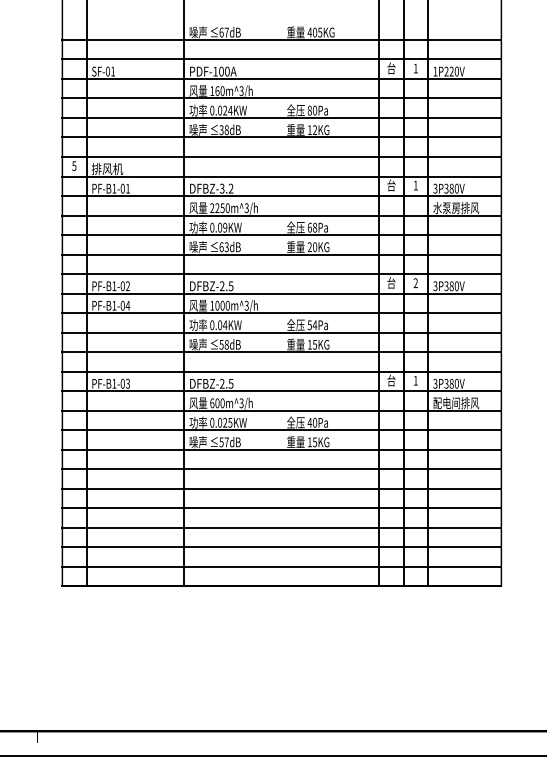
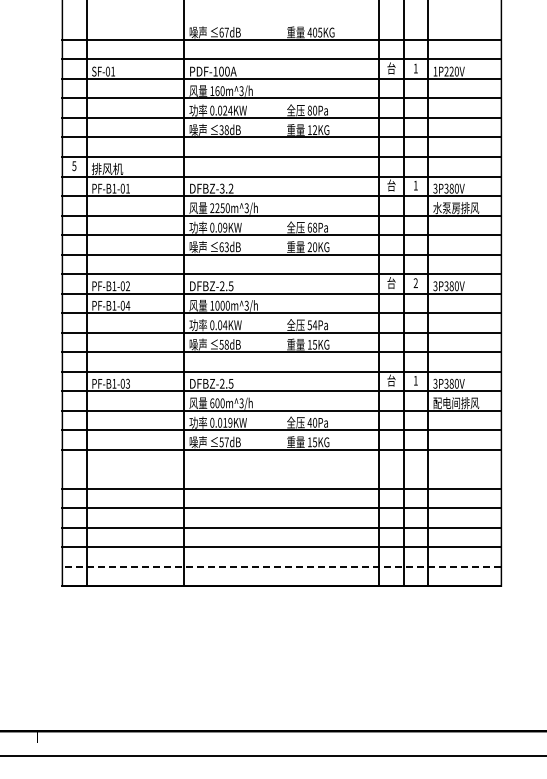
text at (227, 422): 0.025KW -> 0.019KW
line at (281, 469): present -> none
line at (281, 566): solid -> dashed
